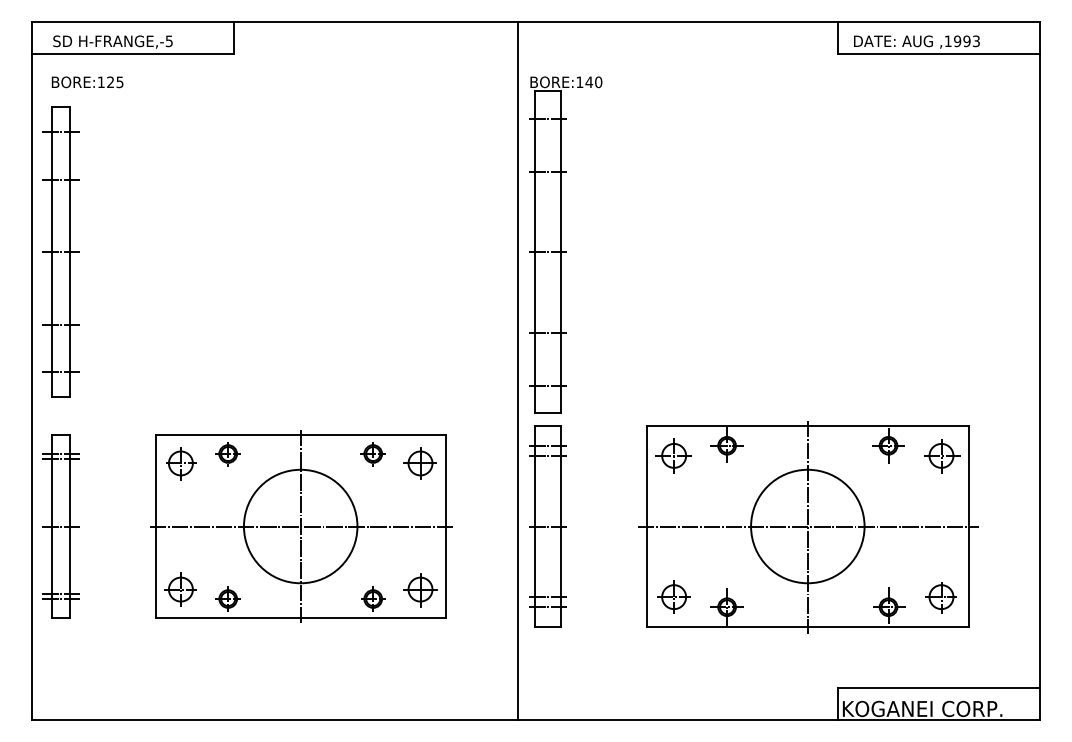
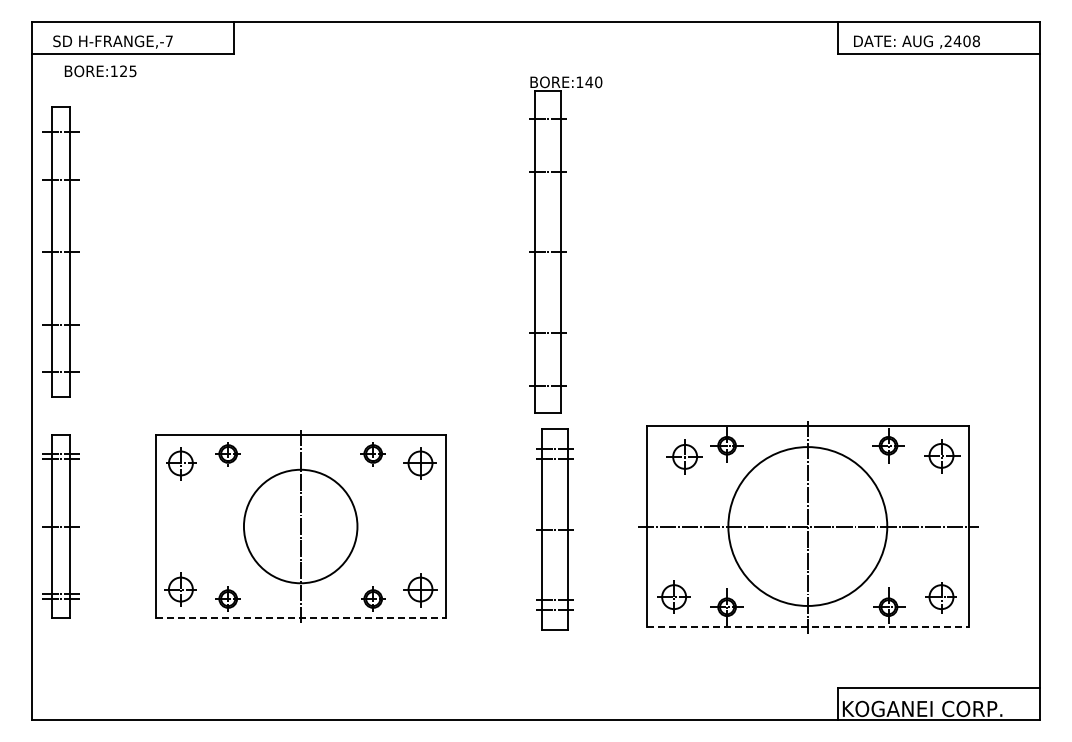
text at (168, 41): H-FRANGE,-5 -> H-FRANGE,-7
text at (961, 41): ,1993 -> ,2408
text at (87, 82) position: (87, 82) -> (100, 71)
line at (518, 370): present -> none
part at (673, 455) position: (673, 455) -> (684, 456)
line at (301, 526): present -> none
part at (547, 526) position: (547, 526) -> (554, 529)
circle at (807, 526) diameter: 113 px -> 159 px
line at (301, 617): solid -> dashed
line at (807, 627): solid -> dashed
